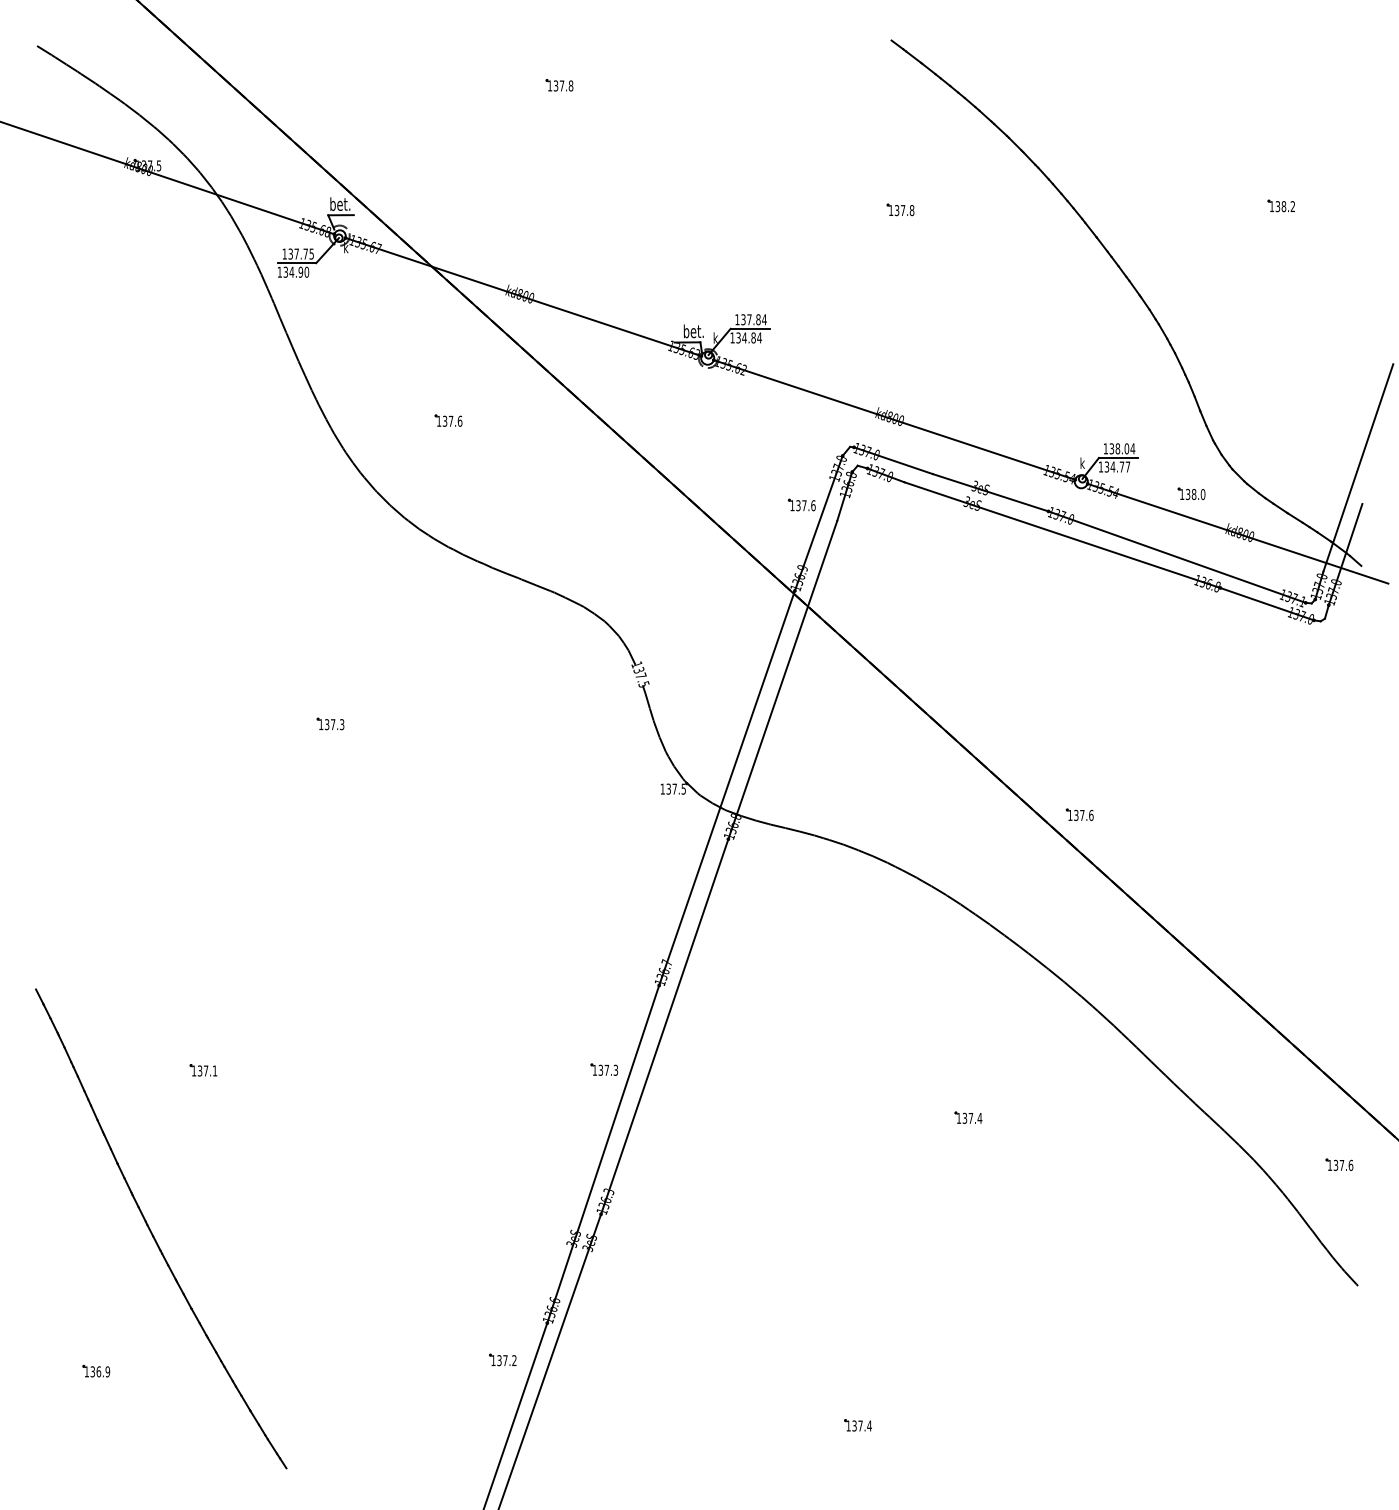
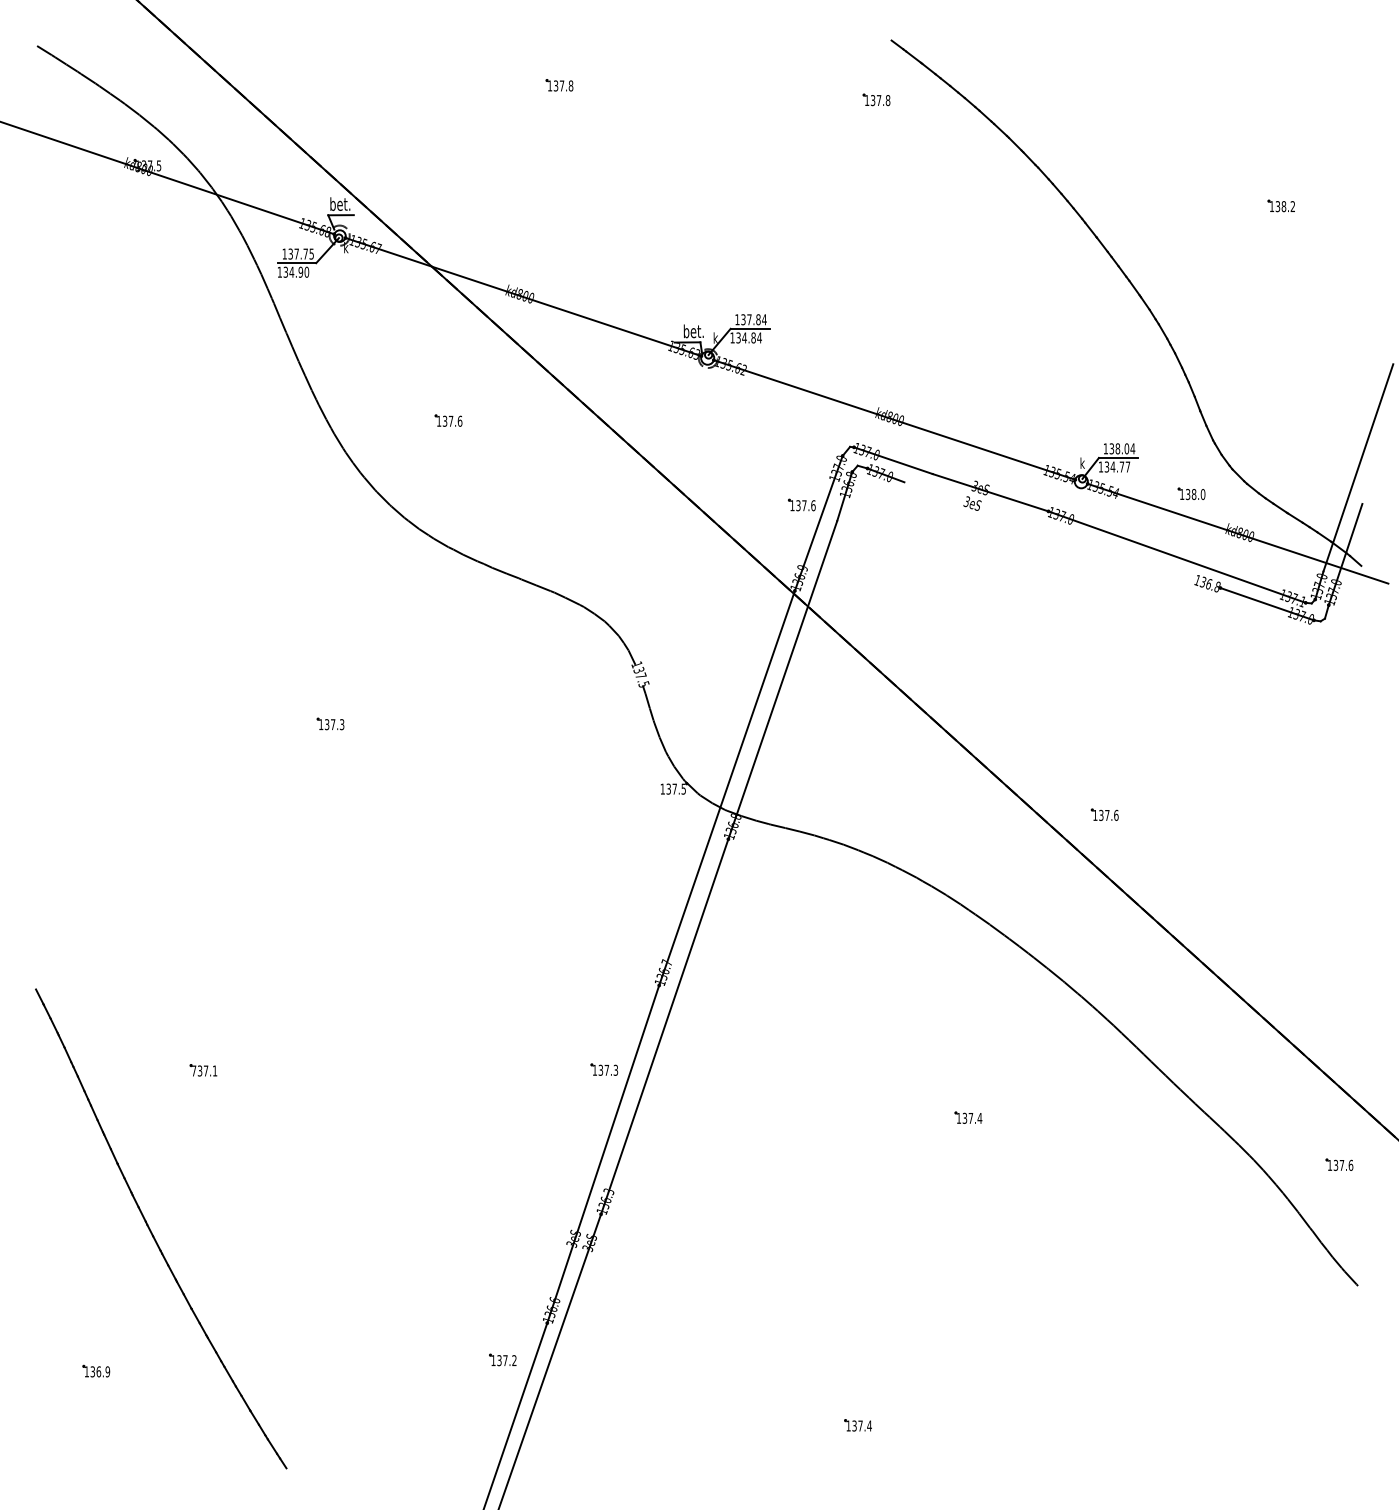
part at (900, 209) position: (900, 209) -> (876, 99)
line at (1062, 535): present -> none
part at (1079, 814) position: (1079, 814) -> (1104, 814)
text at (194, 1070): 137.1 -> 737.1
